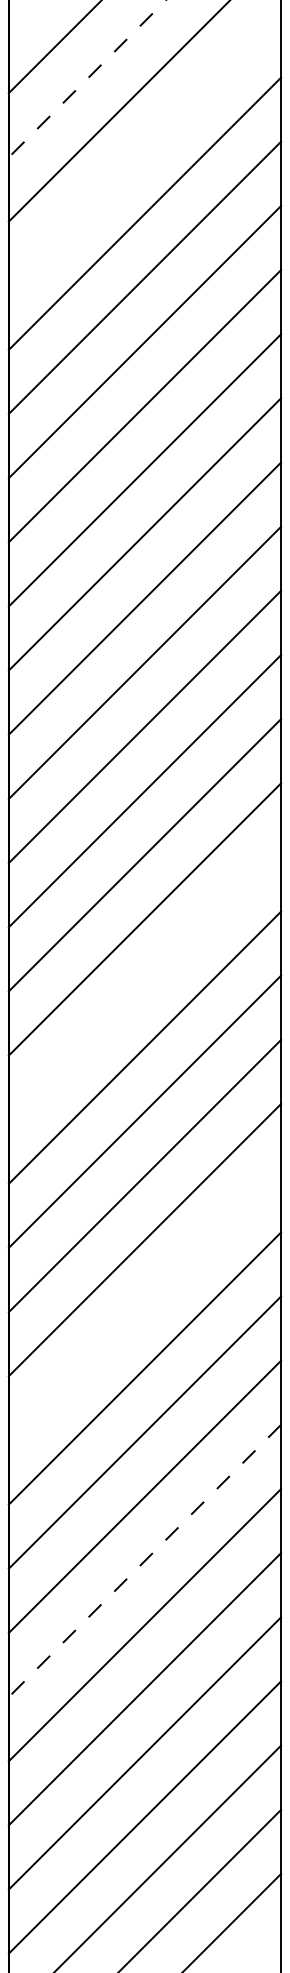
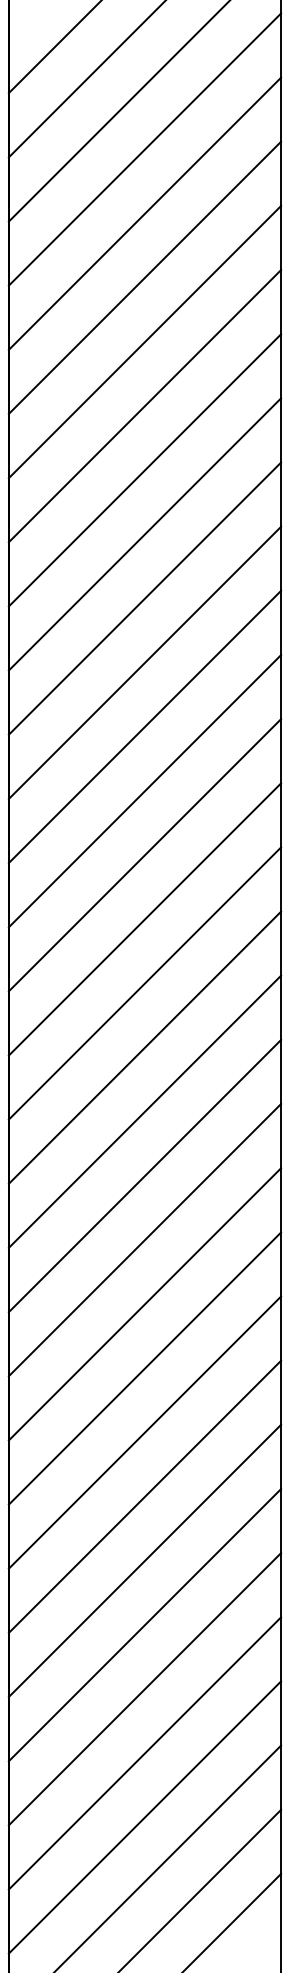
line at (87, 78): dashed -> solid
line at (144, 149): none -> present
line at (144, 983): none -> present
line at (144, 1304): none -> present
line at (144, 1561): dashed -> solid
